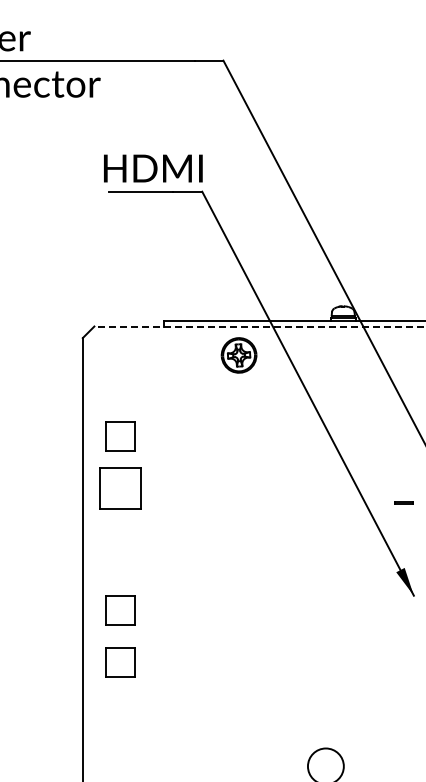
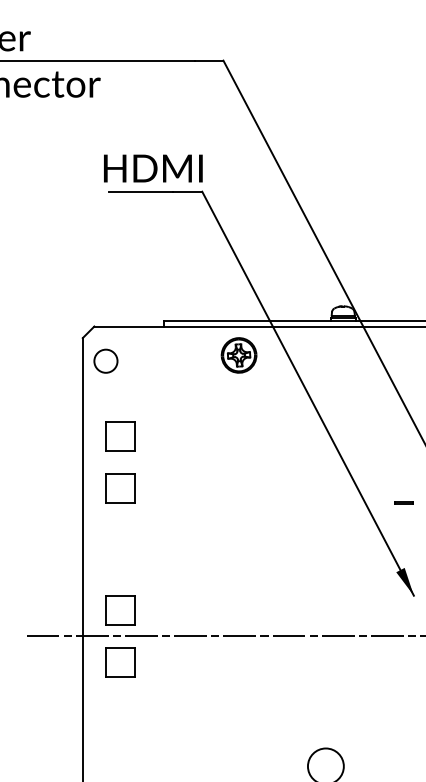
line at (259, 326): dashed -> solid
circle at (105, 360): none -> present
part at (120, 488) size: 43x43 px -> 31x31 px
line at (224, 636): none -> present
